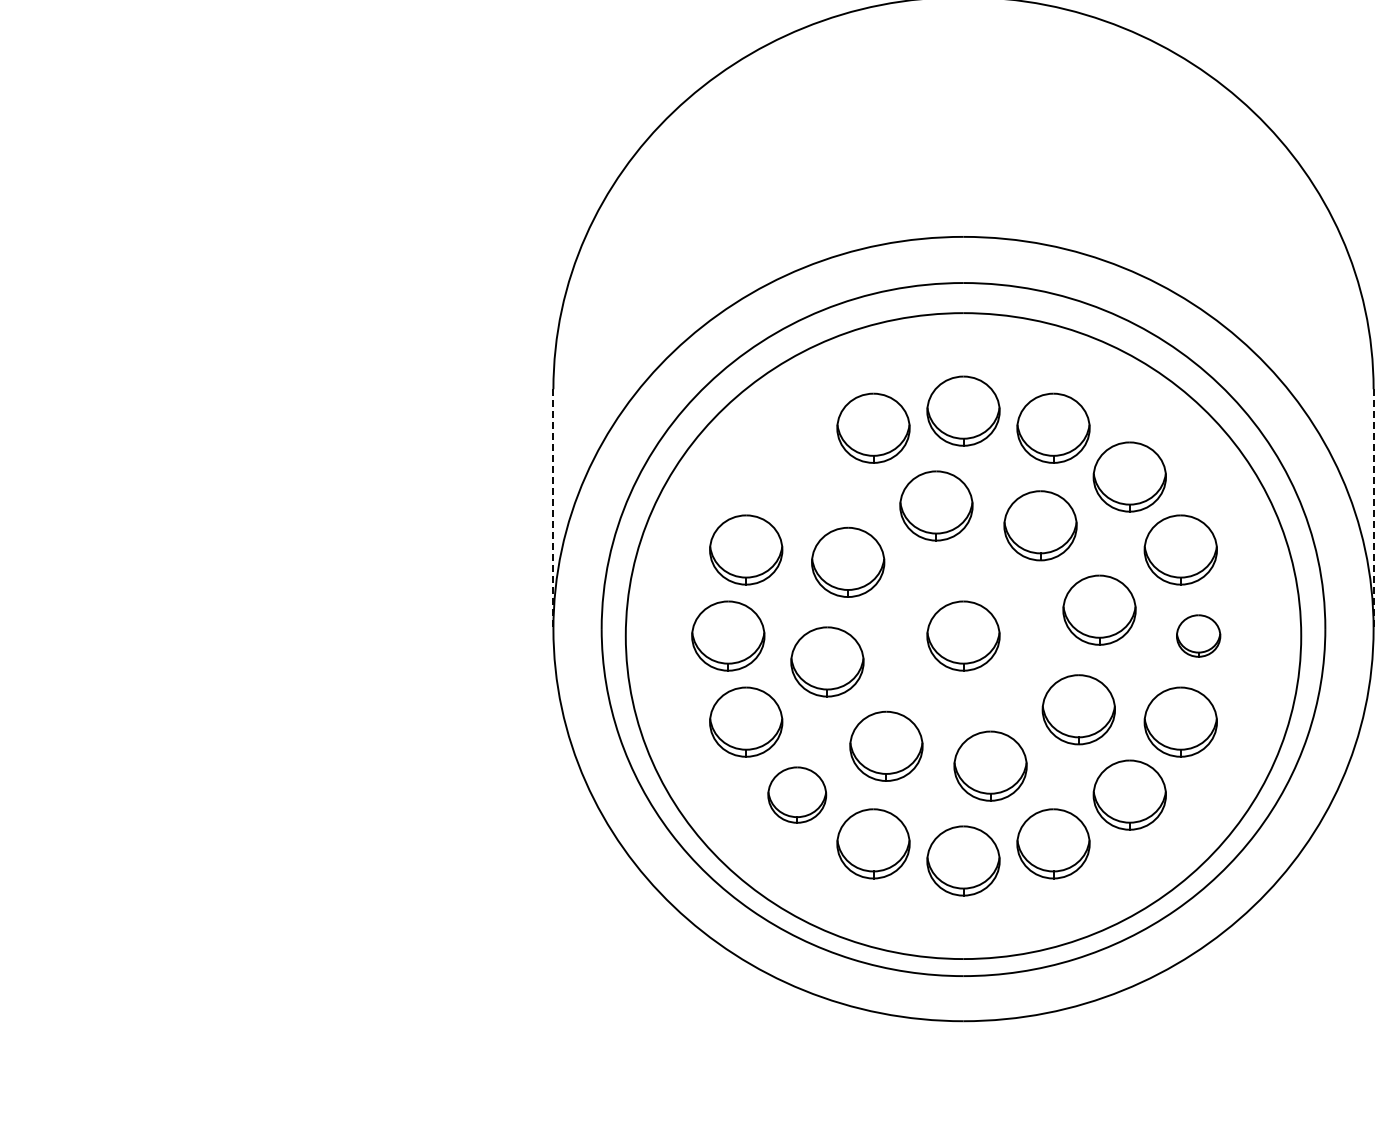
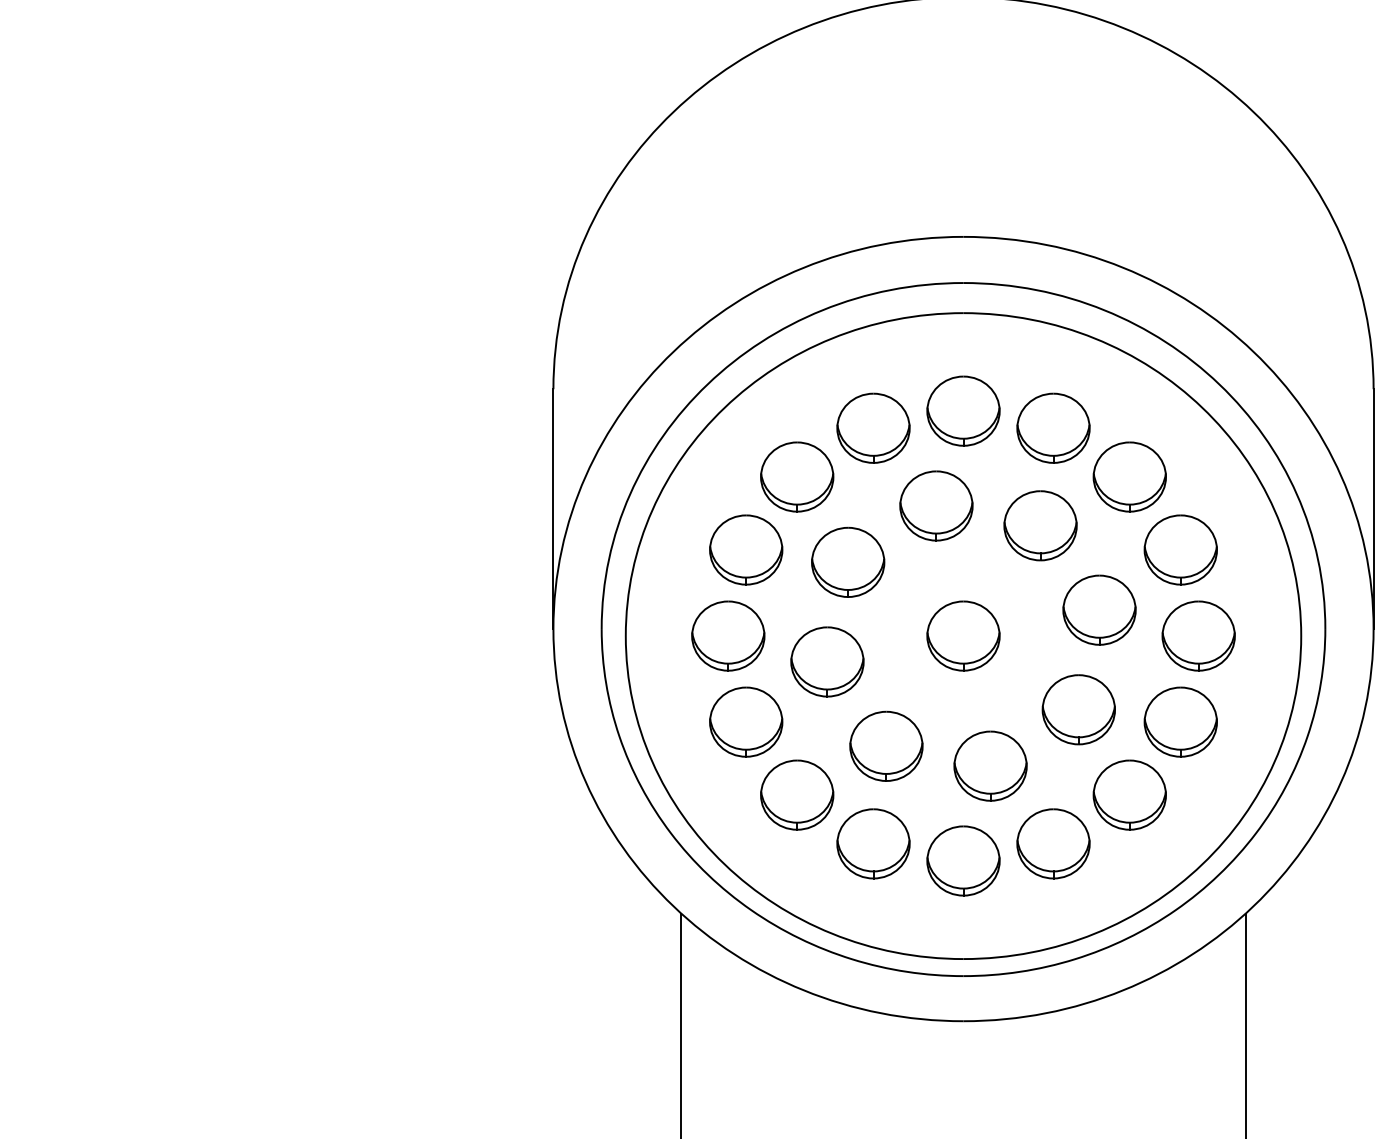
part at (797, 476): none -> present
line at (553, 509): dashed -> solid
line at (1373, 509): dashed -> solid
part at (1198, 635) size: 46x44 px -> 75x72 px
part at (797, 794) size: 61x58 px -> 75x72 px
line at (681, 1024): none -> present
line at (1245, 1024): none -> present
